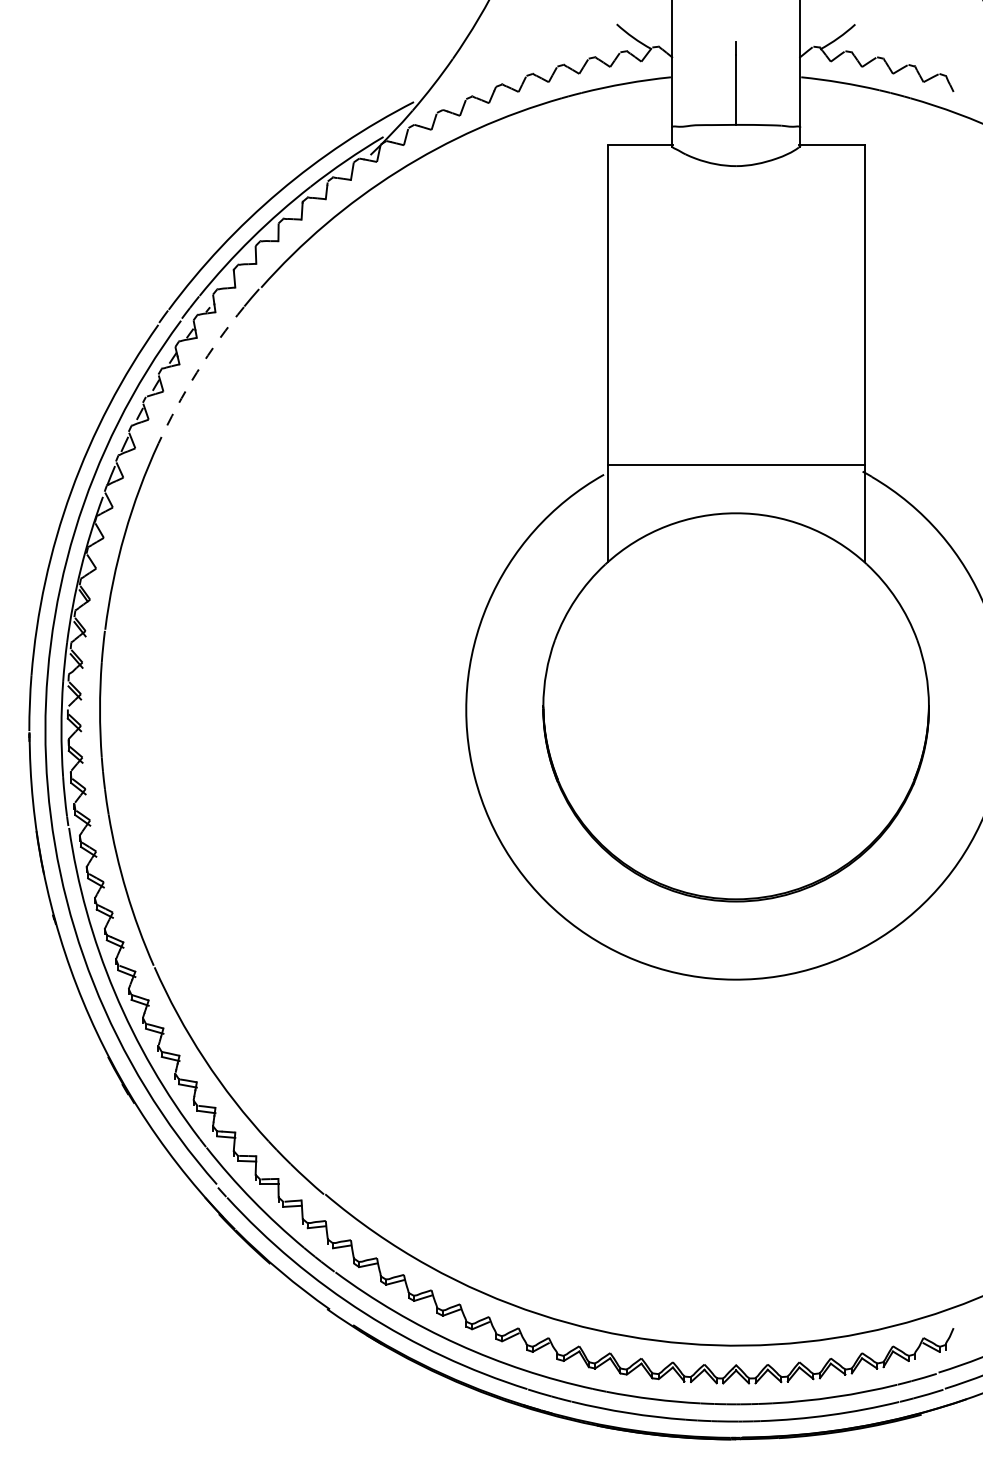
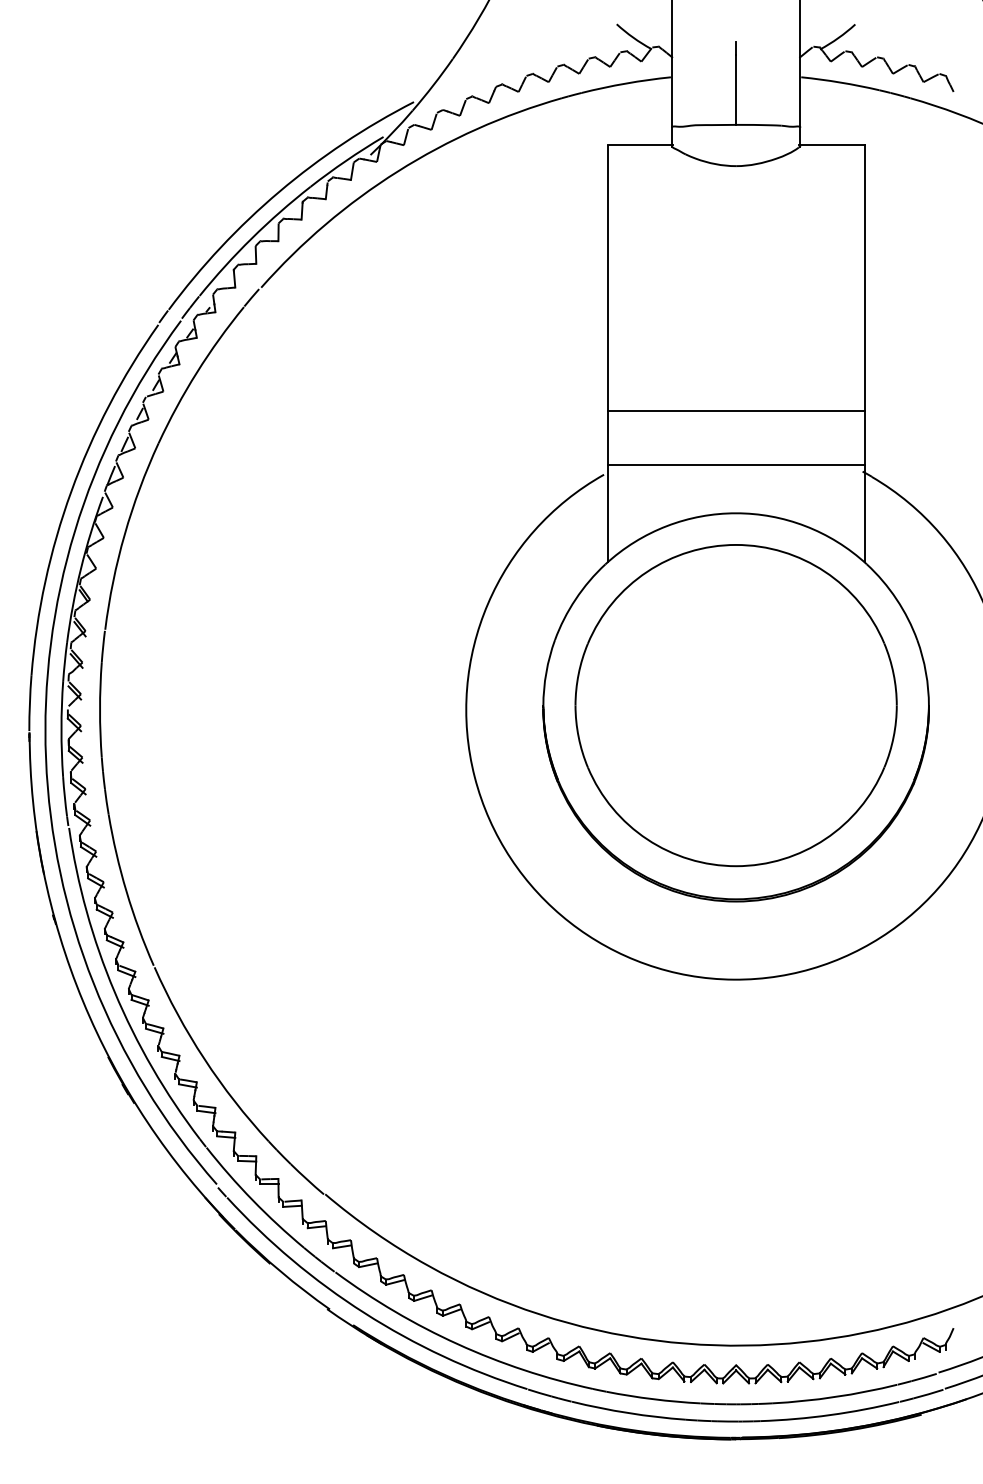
arc at (197, 372): dashed -> solid
line at (735, 410): none -> present
part at (735, 705): none -> present
